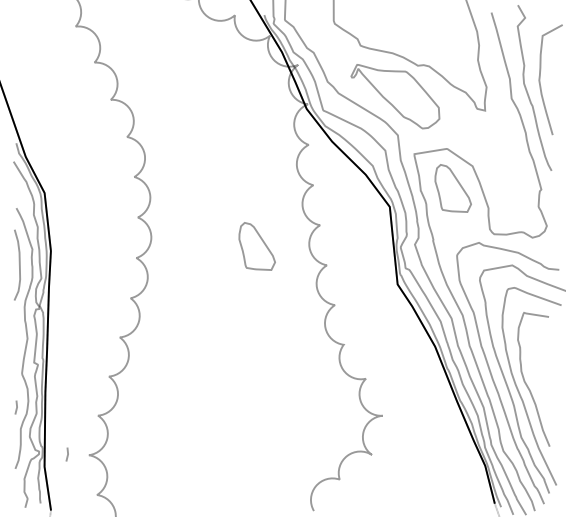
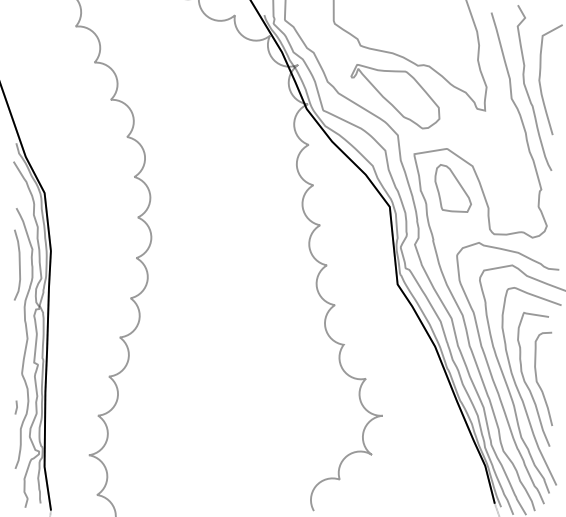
part at (256, 246): present -> none
curve at (537, 378): none -> present
line at (67, 454): present -> none
